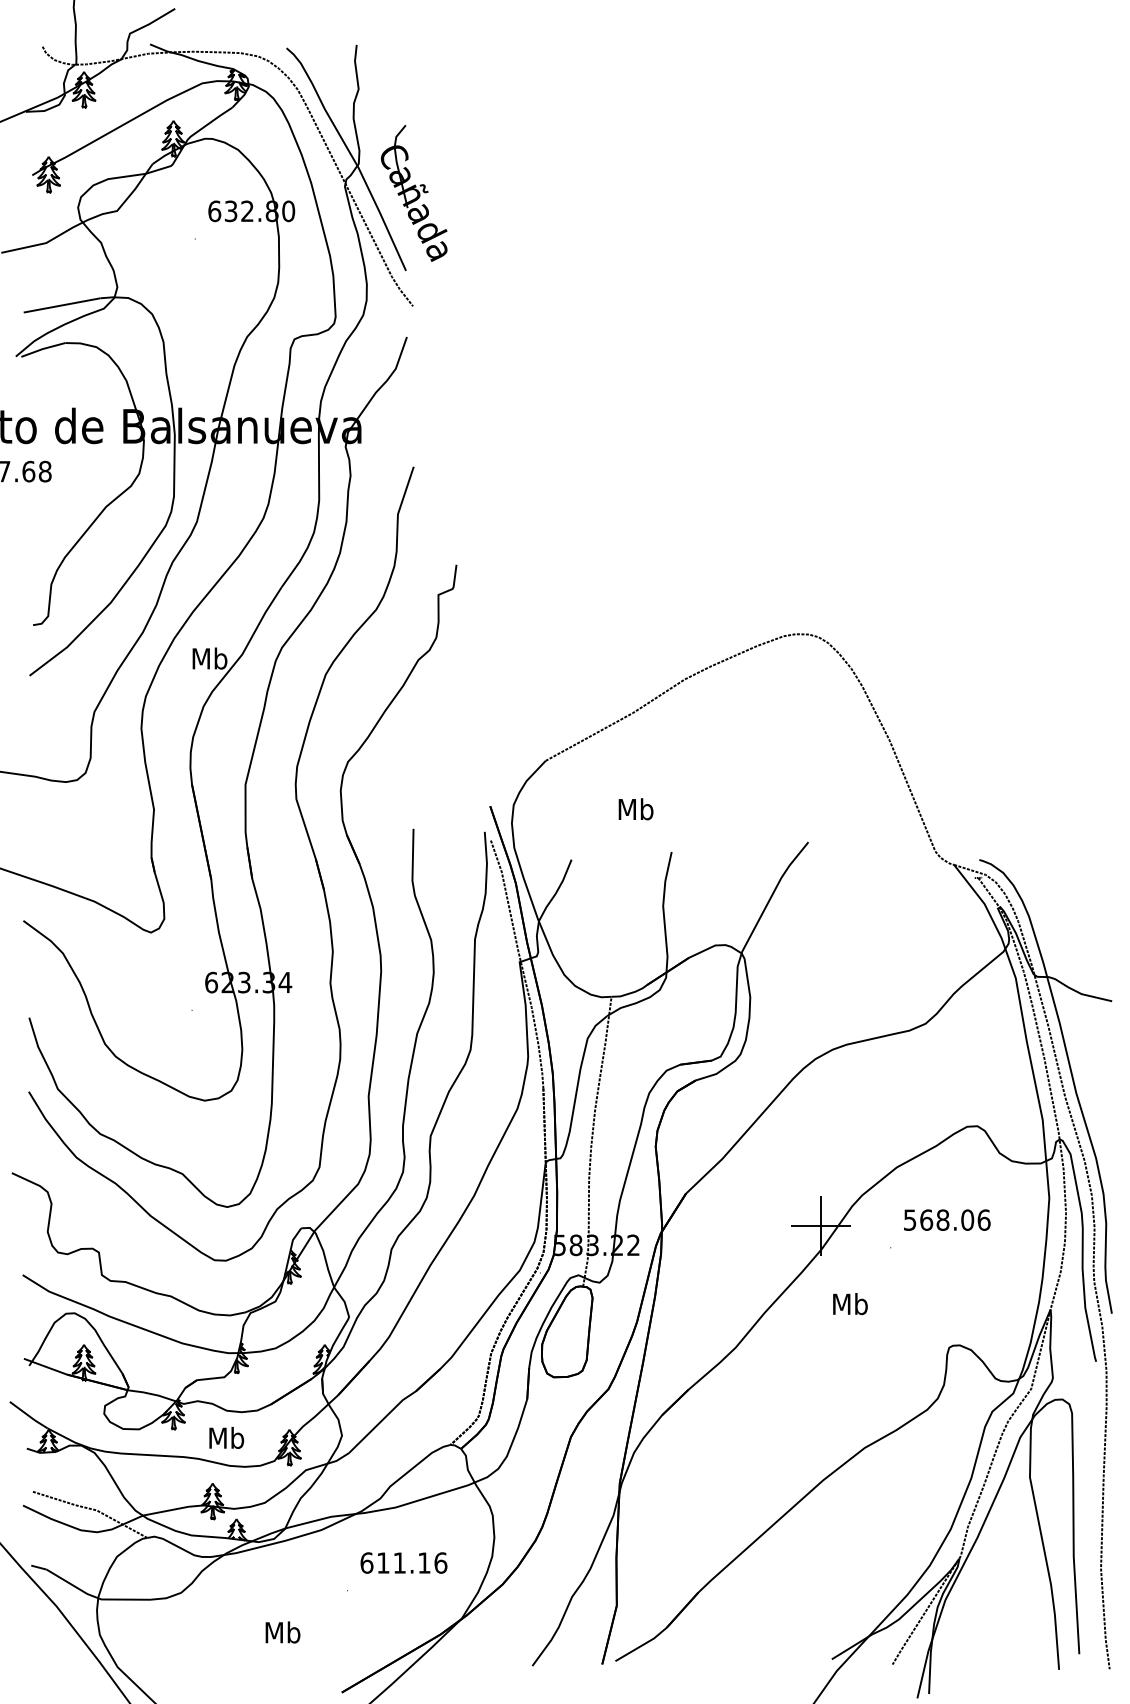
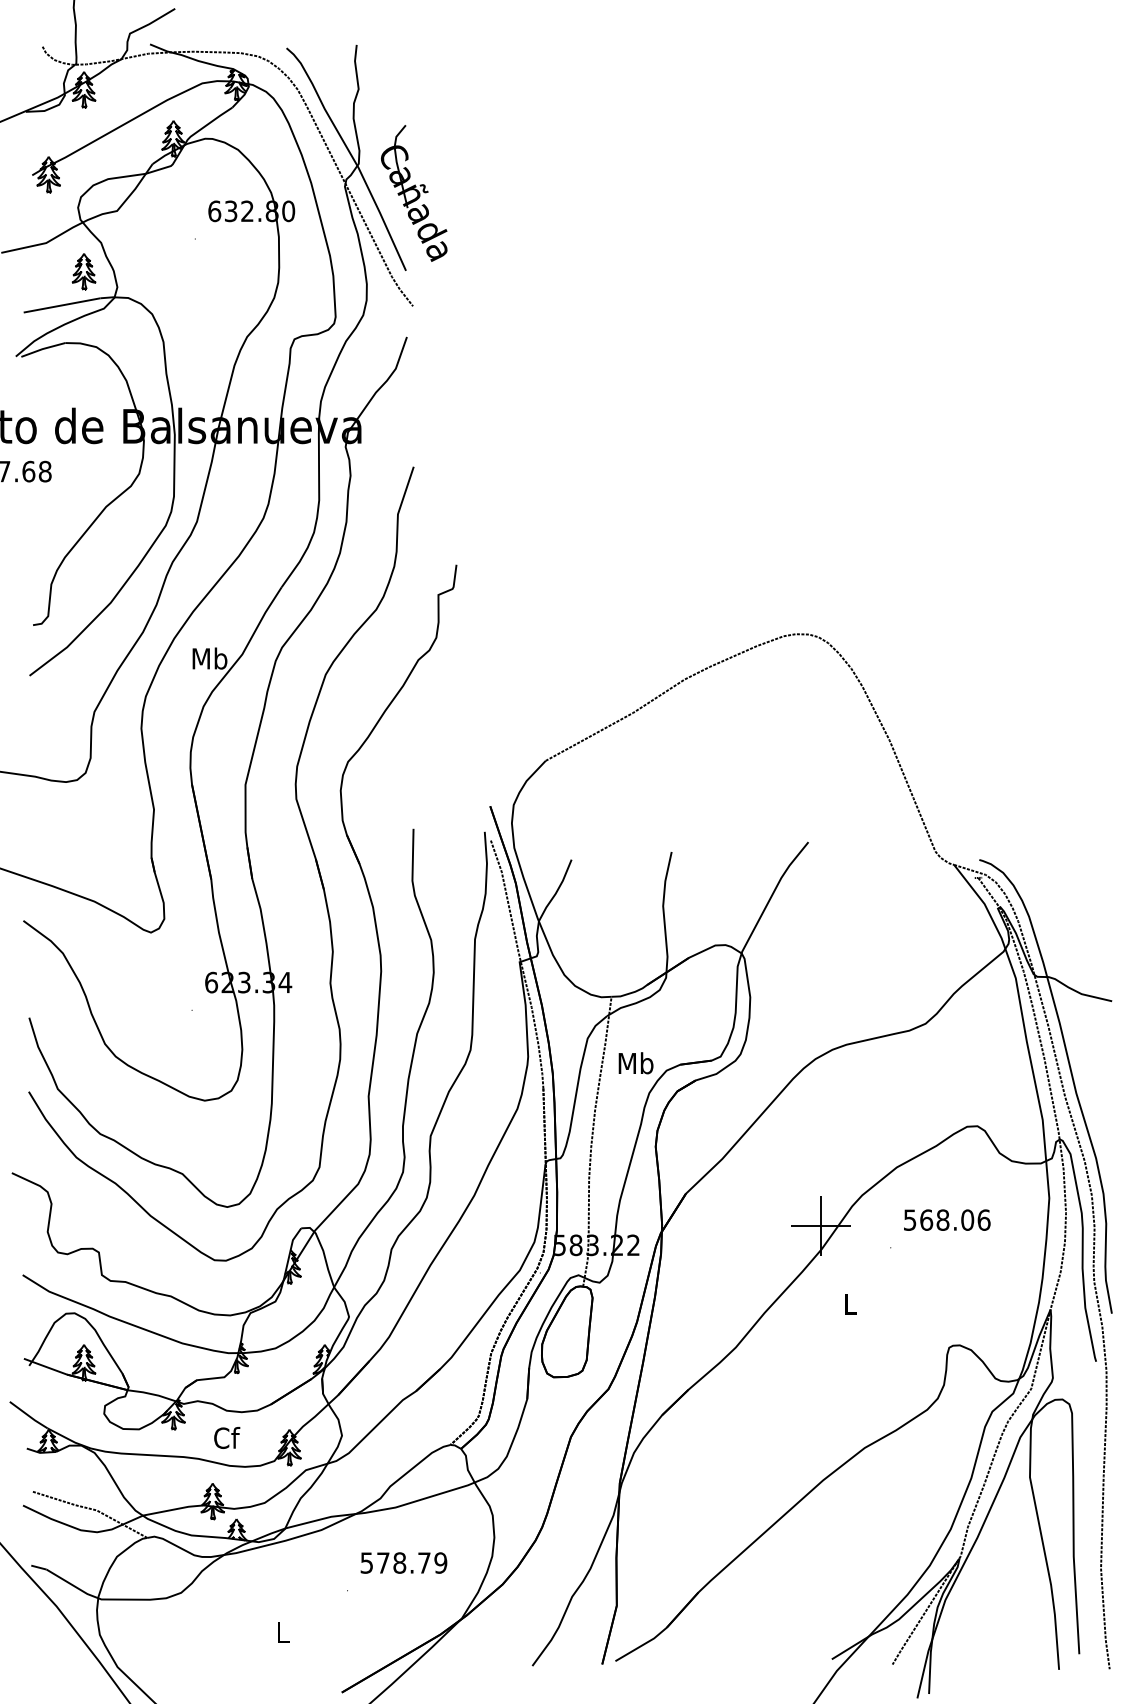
part at (83, 271): none -> present
text at (635, 809) position: (635, 809) -> (635, 1063)
text at (850, 1304): Mb -> L
text at (226, 1437): Mb -> Cf
text at (403, 1562): 611.16 -> 578.79
text at (282, 1632): Mb -> L
